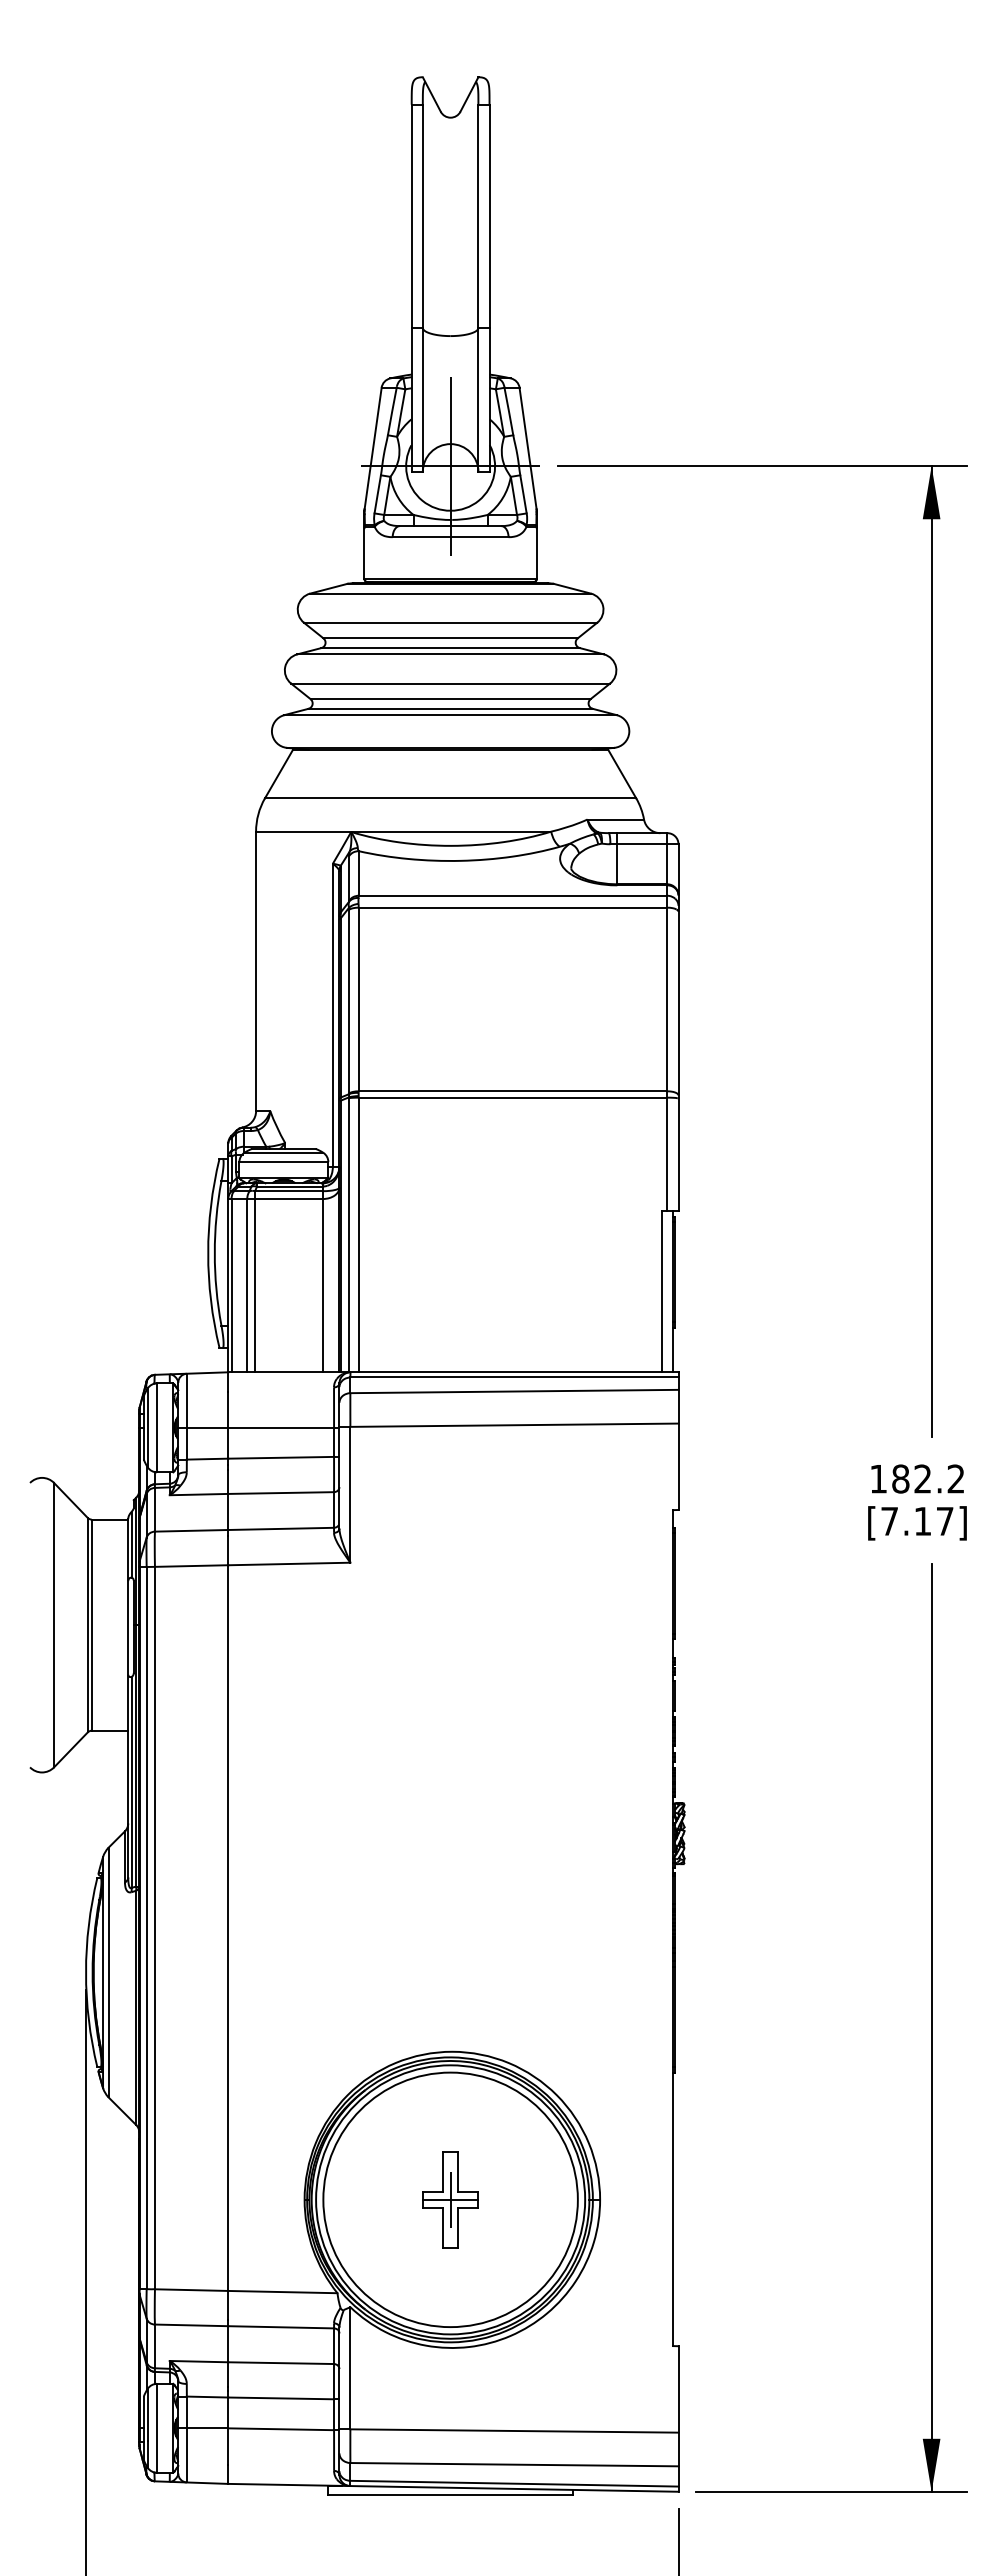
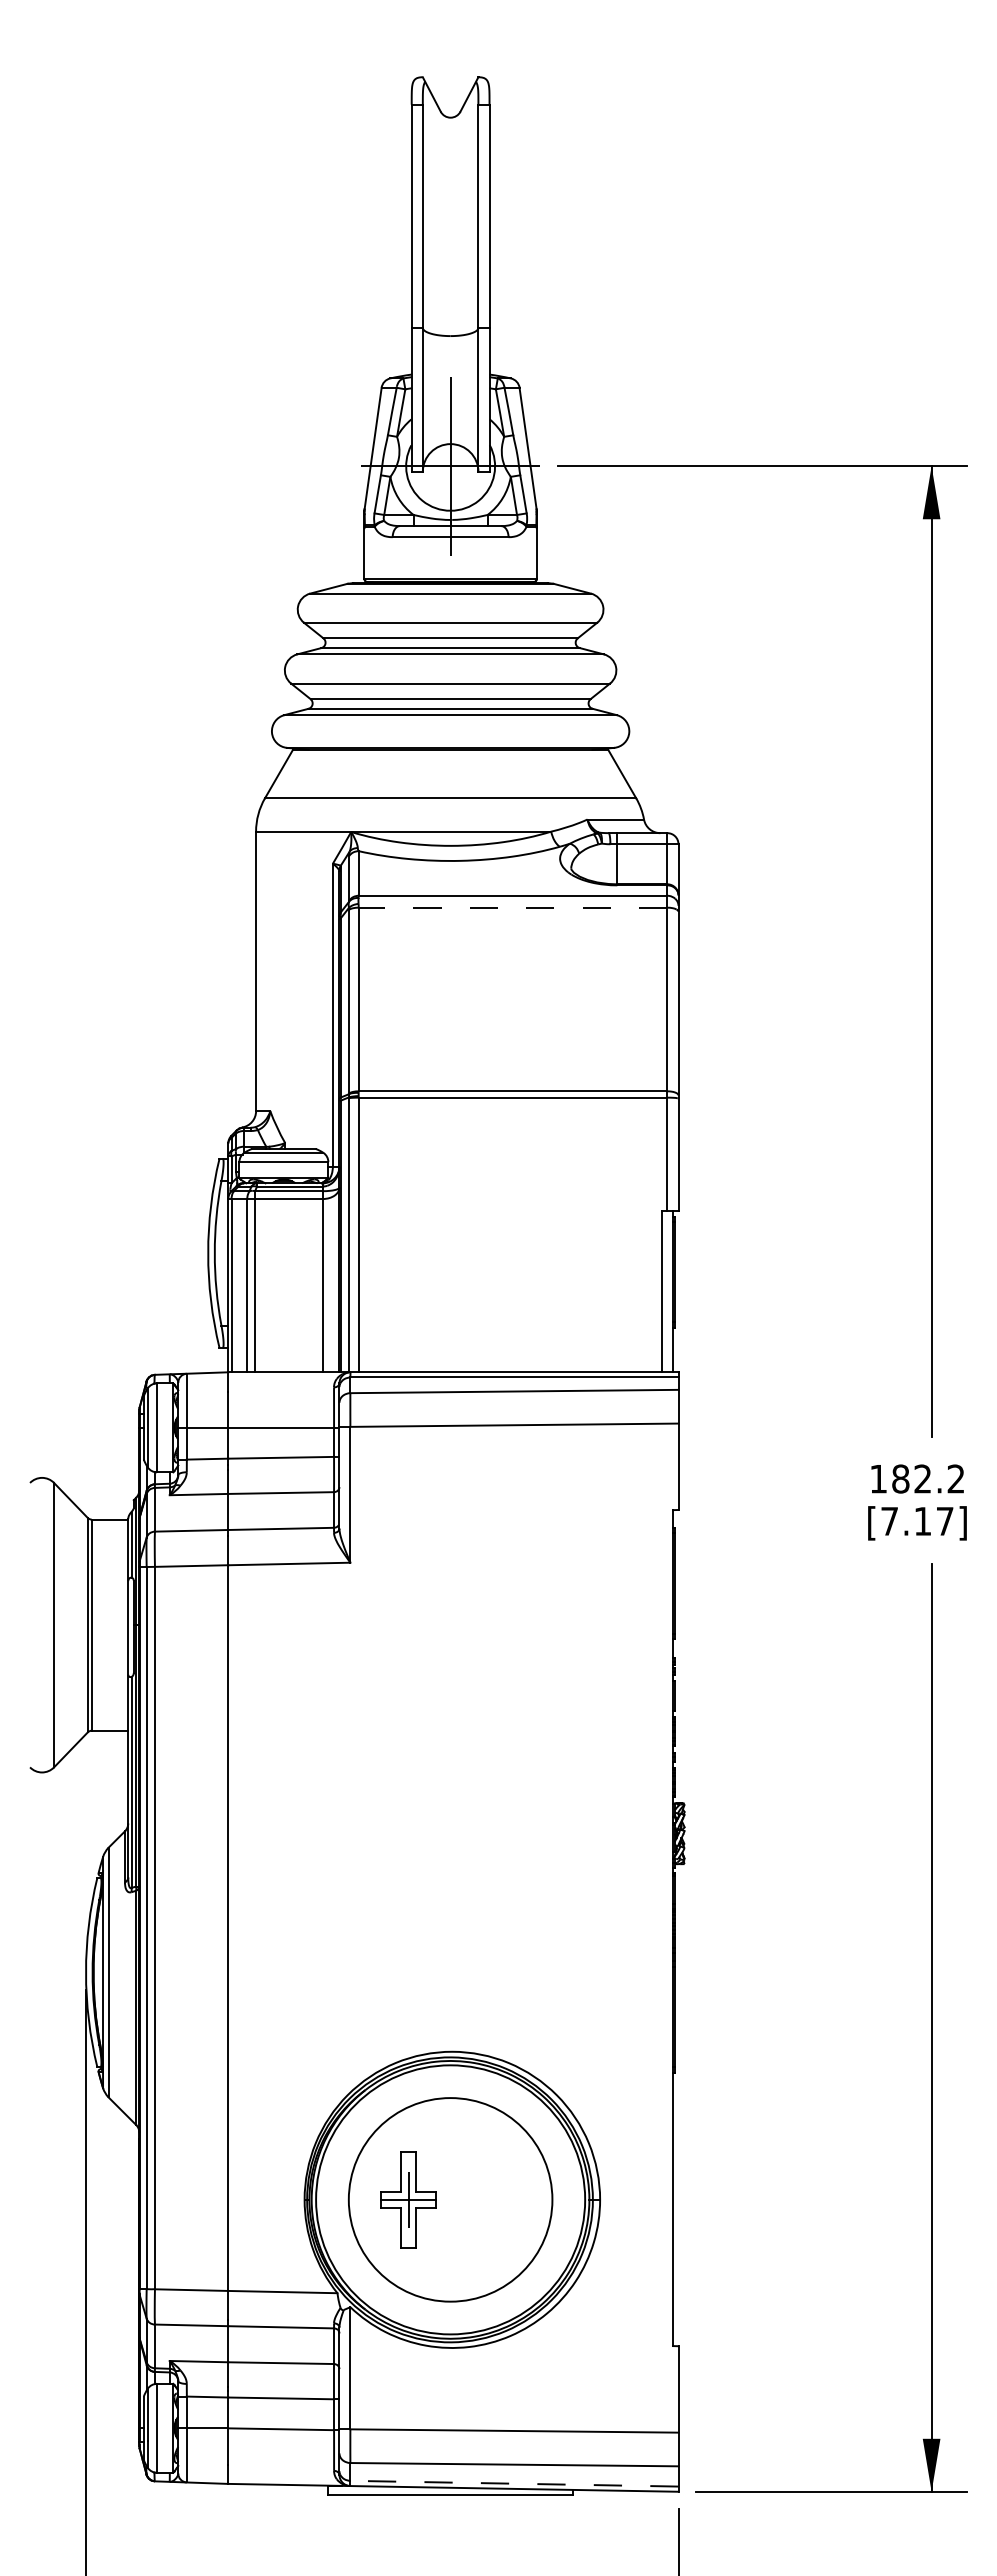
line at (512, 907): solid -> dashed
circle at (450, 2199) diameter: 255 px -> 204 px
part at (450, 2199) position: (450, 2199) -> (408, 2199)
line at (513, 2483): solid -> dashed
